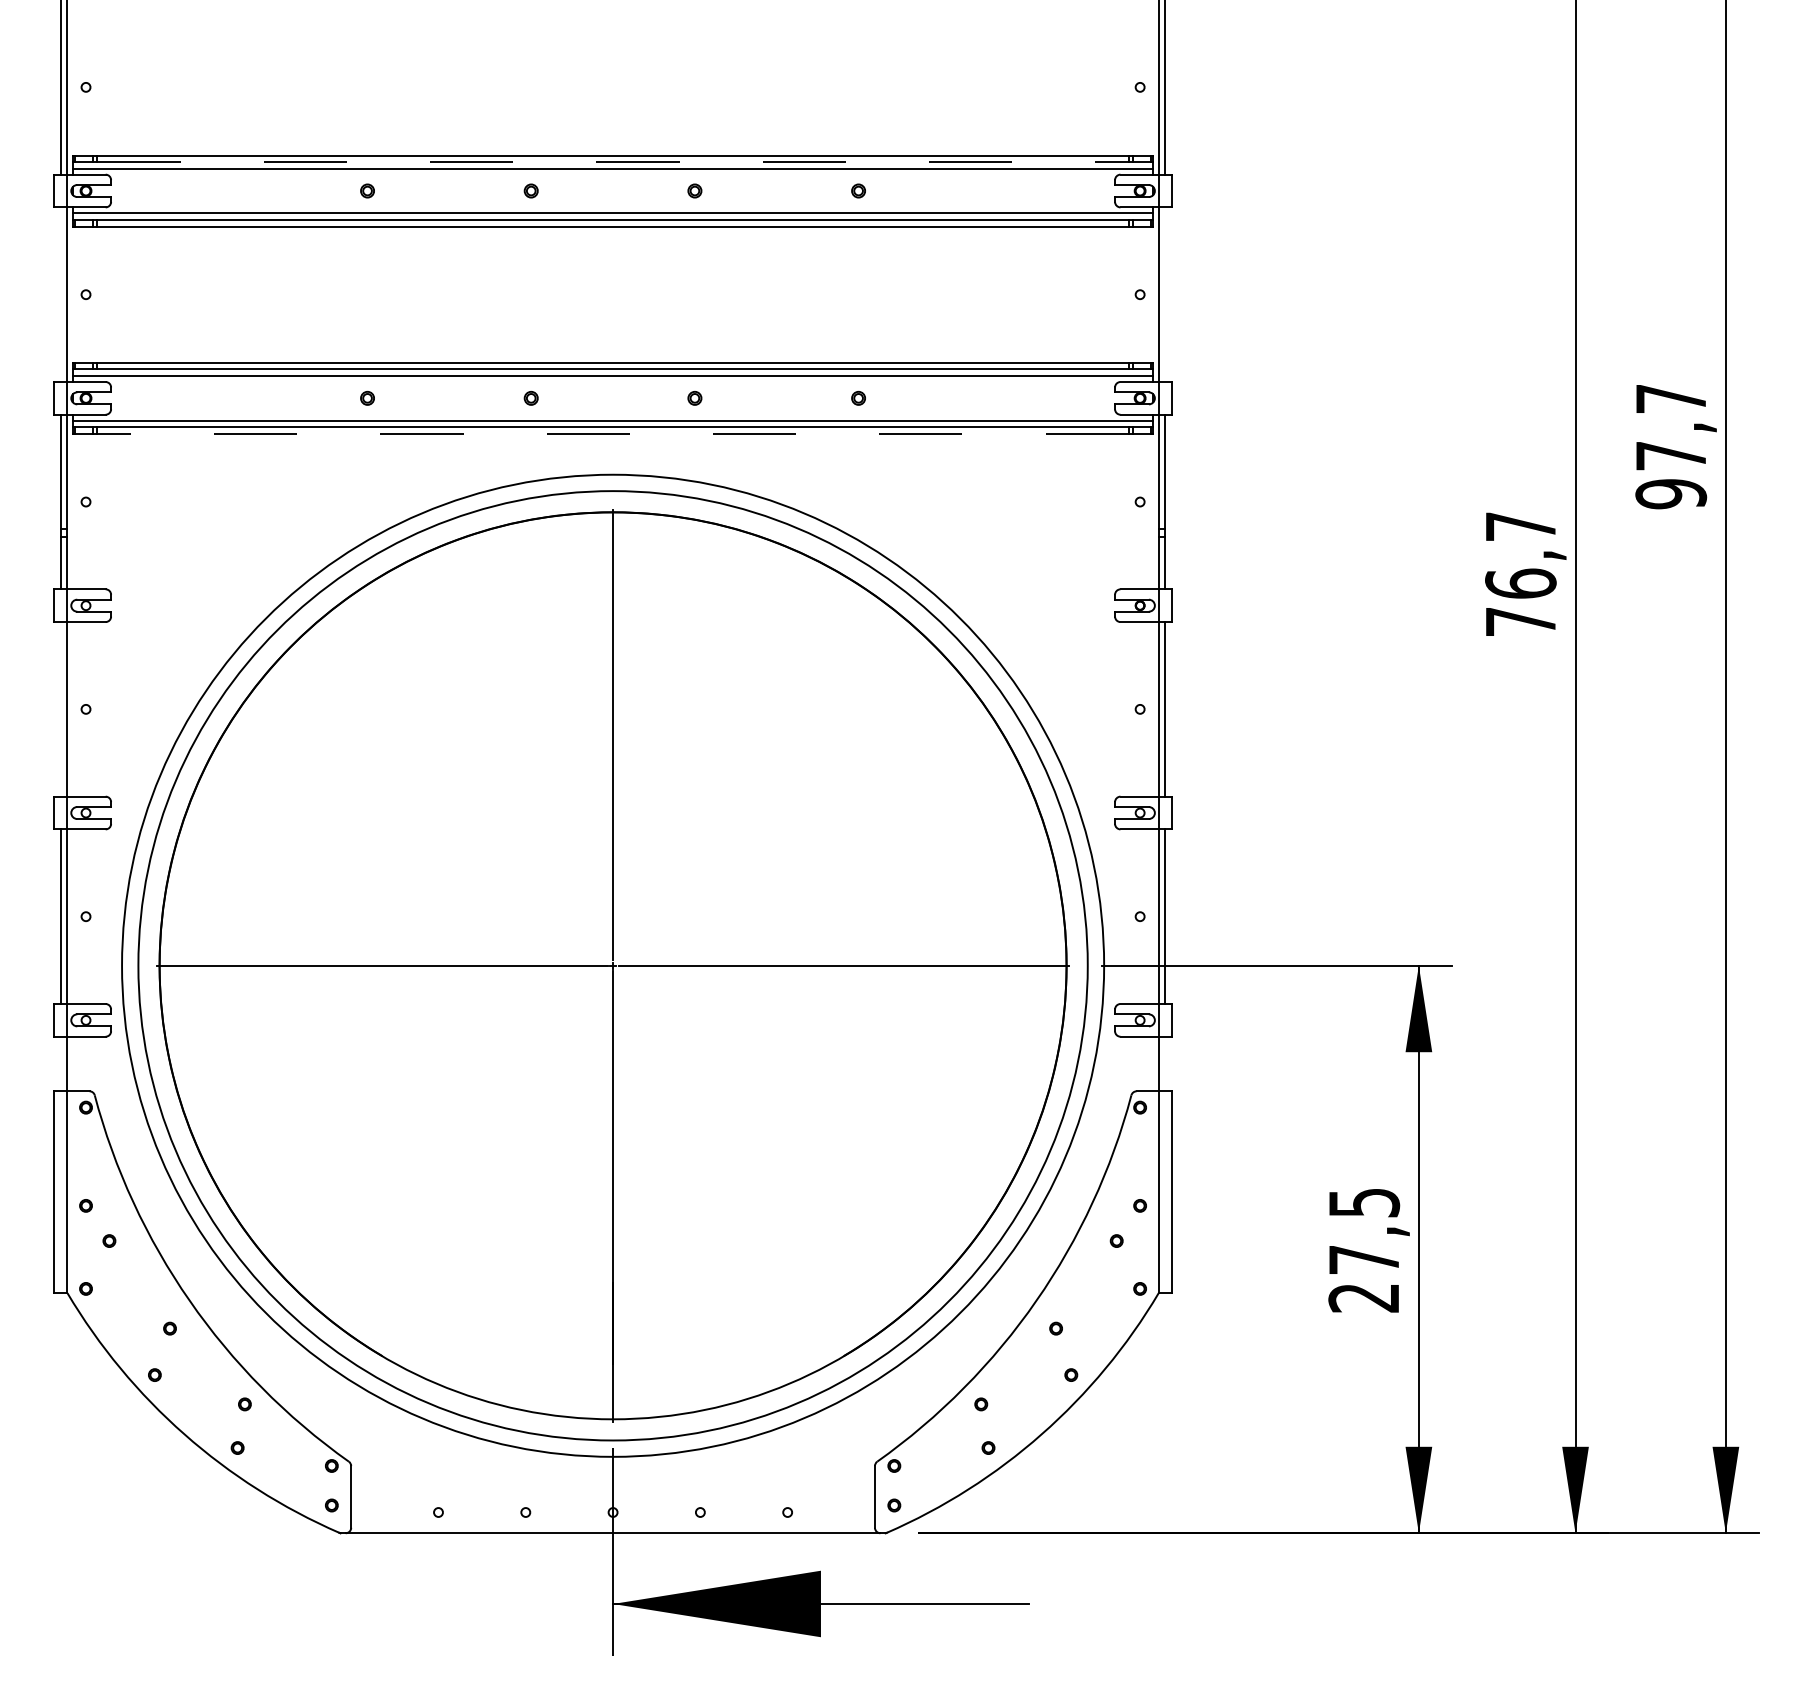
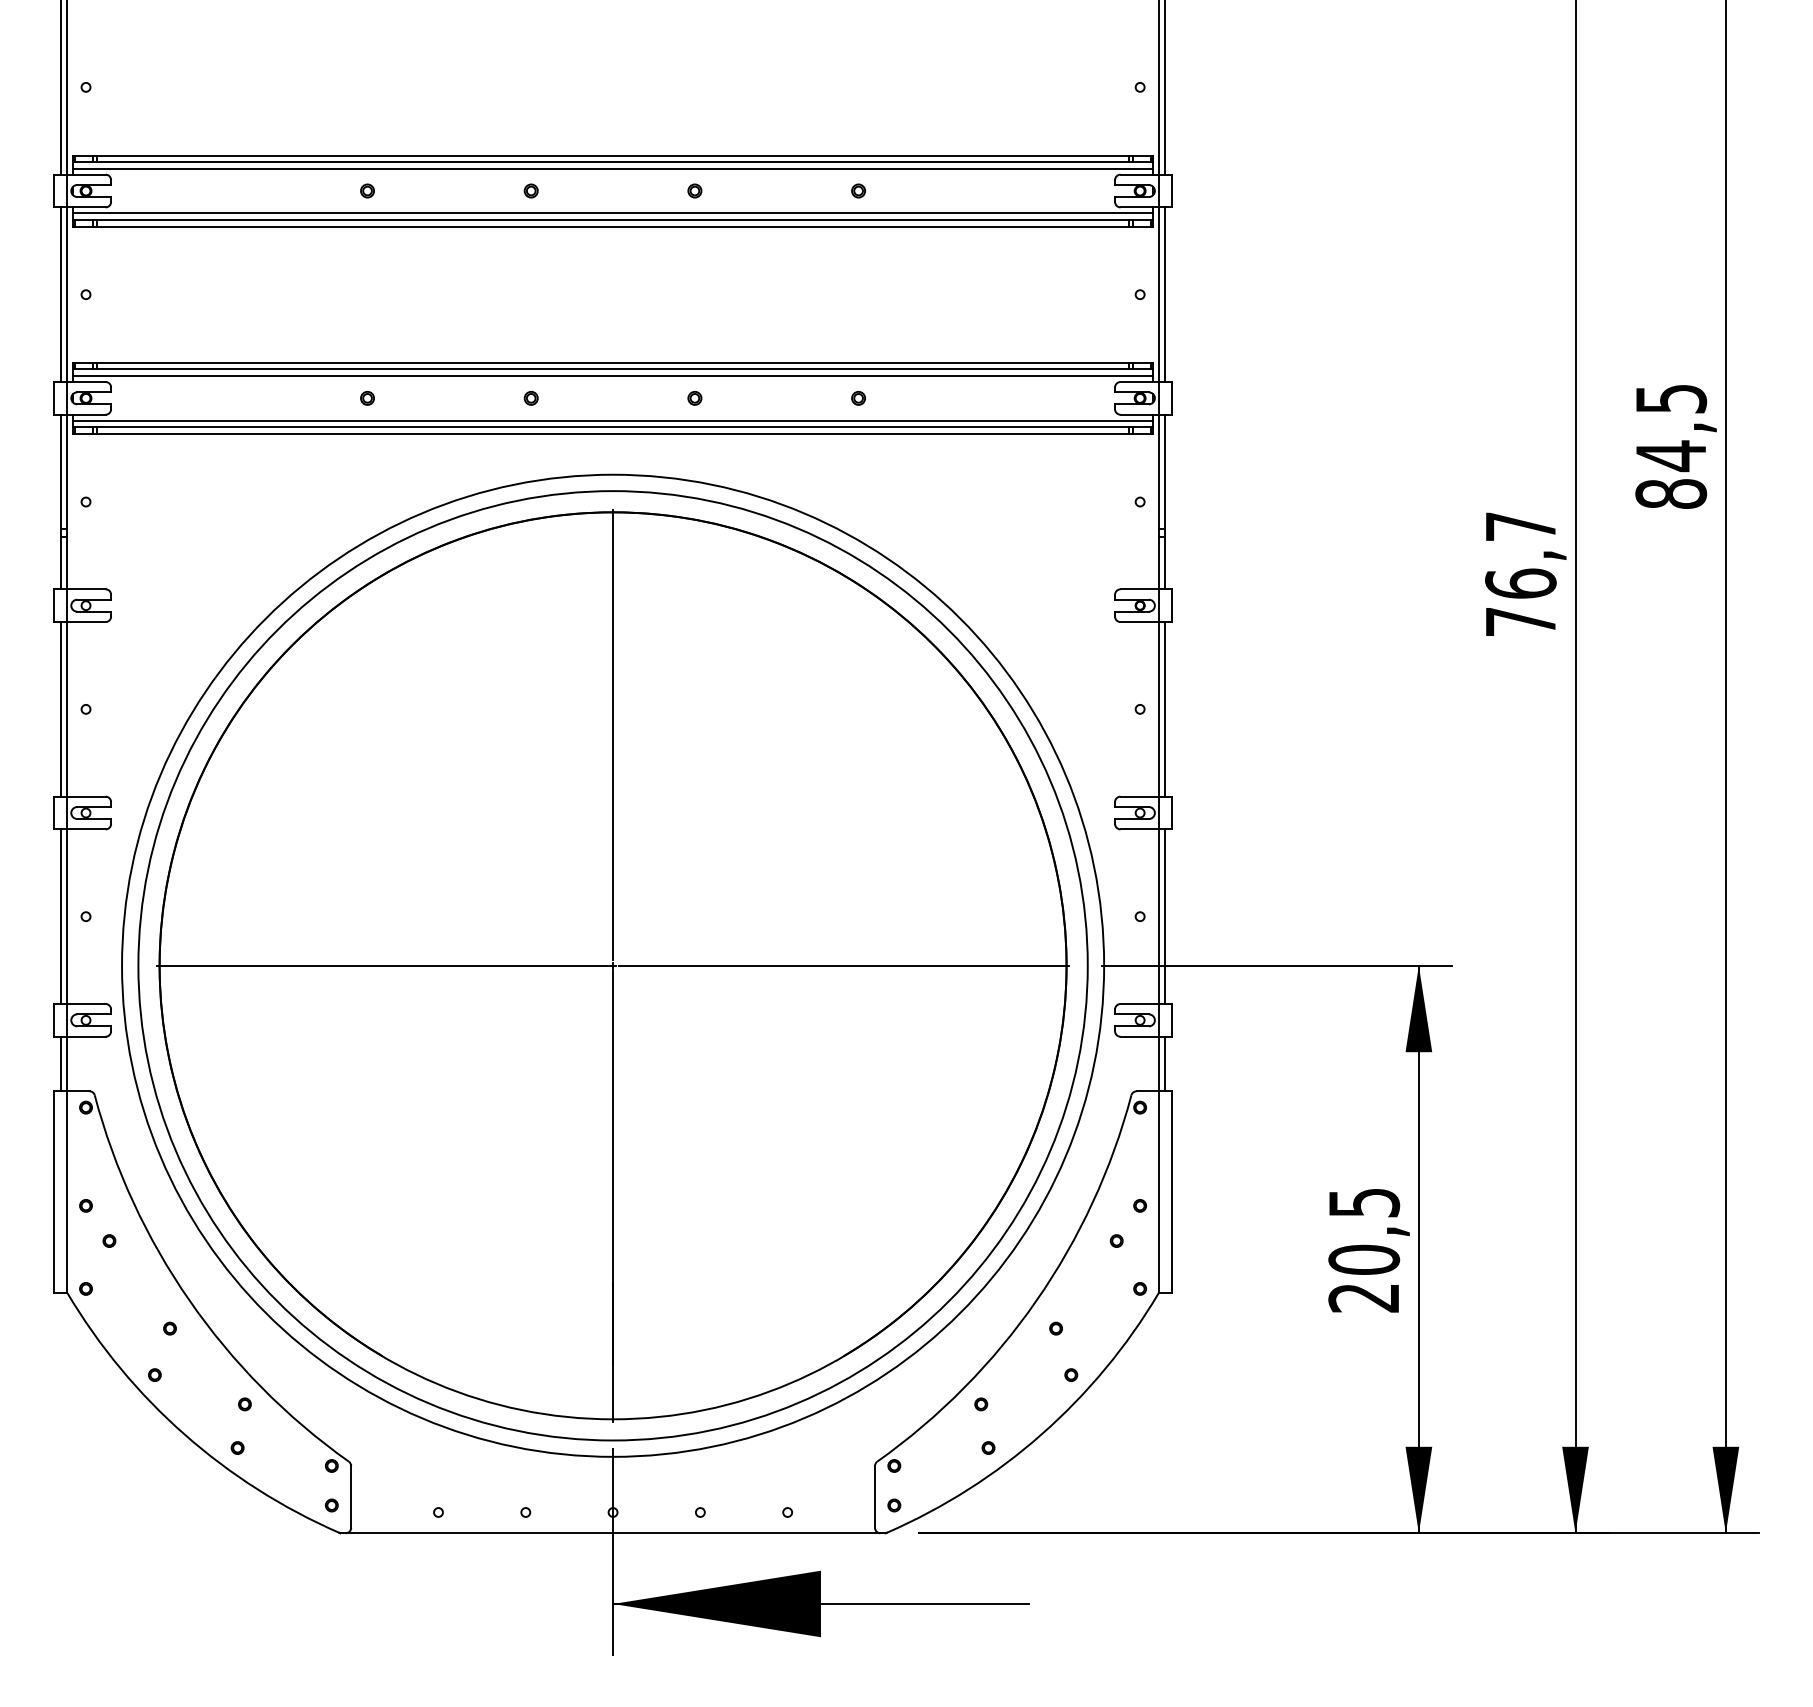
line at (613, 162): dashed -> solid
line at (60, 294): none -> present
line at (1165, 294): none -> present
line at (613, 433): dashed -> solid
text at (1671, 447): 97,7 -> 84,5
line at (60, 709): none -> present
line at (60, 1063): none -> present
line at (1165, 1063): none -> present
text at (1364, 1259): 27,5 -> 20,5
